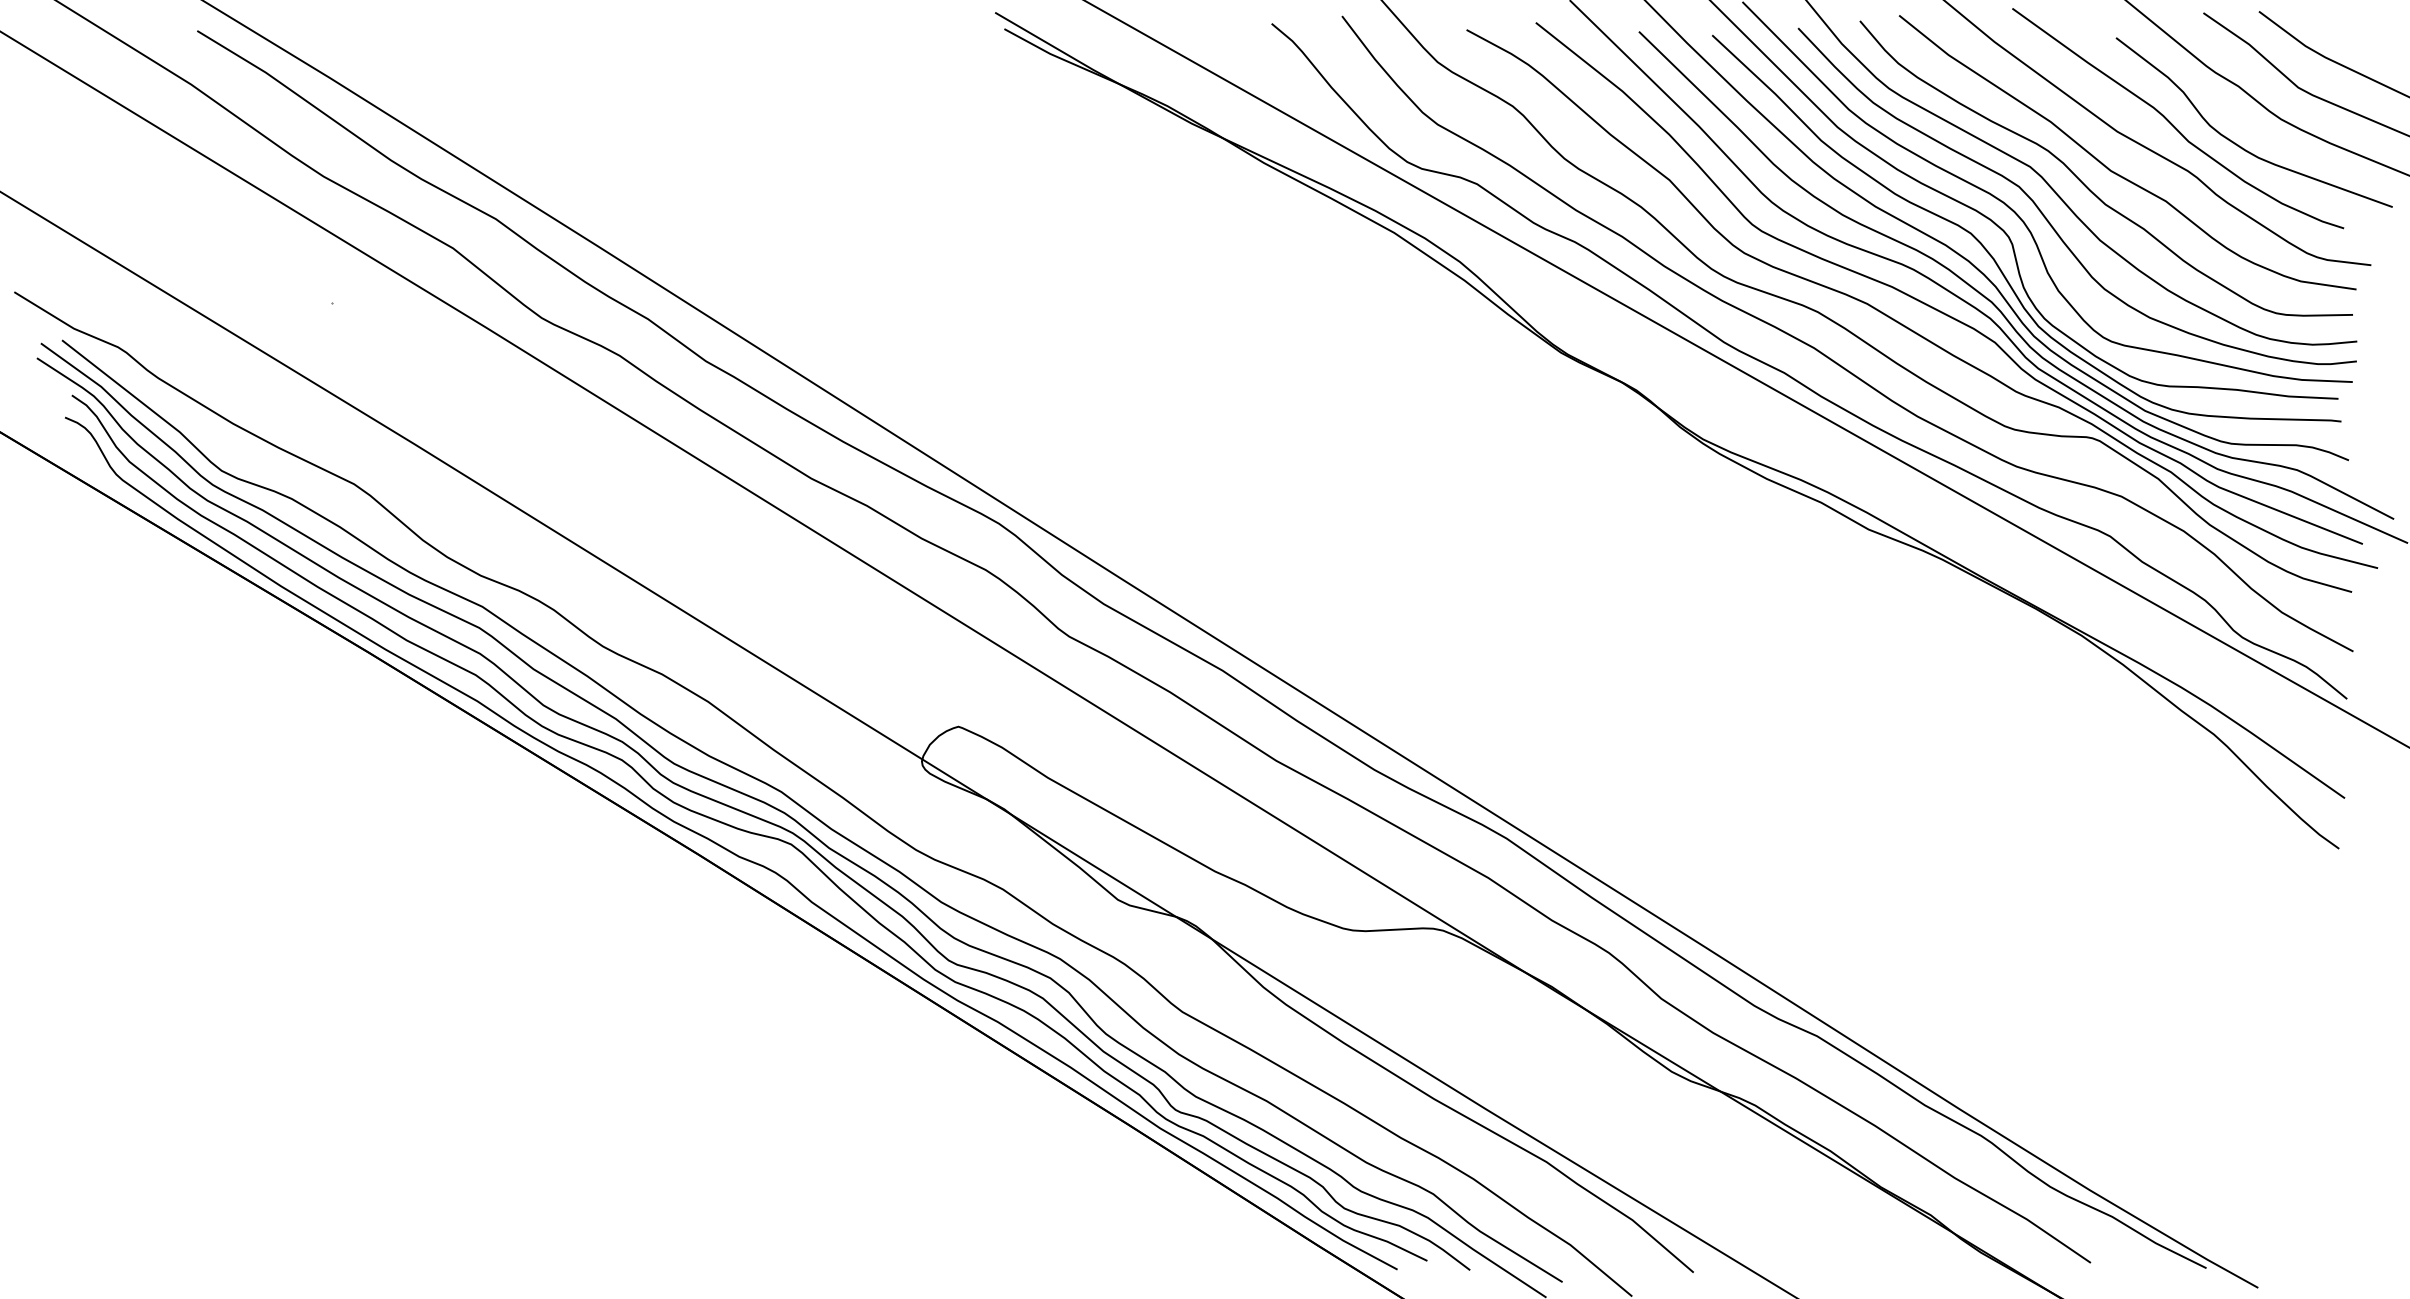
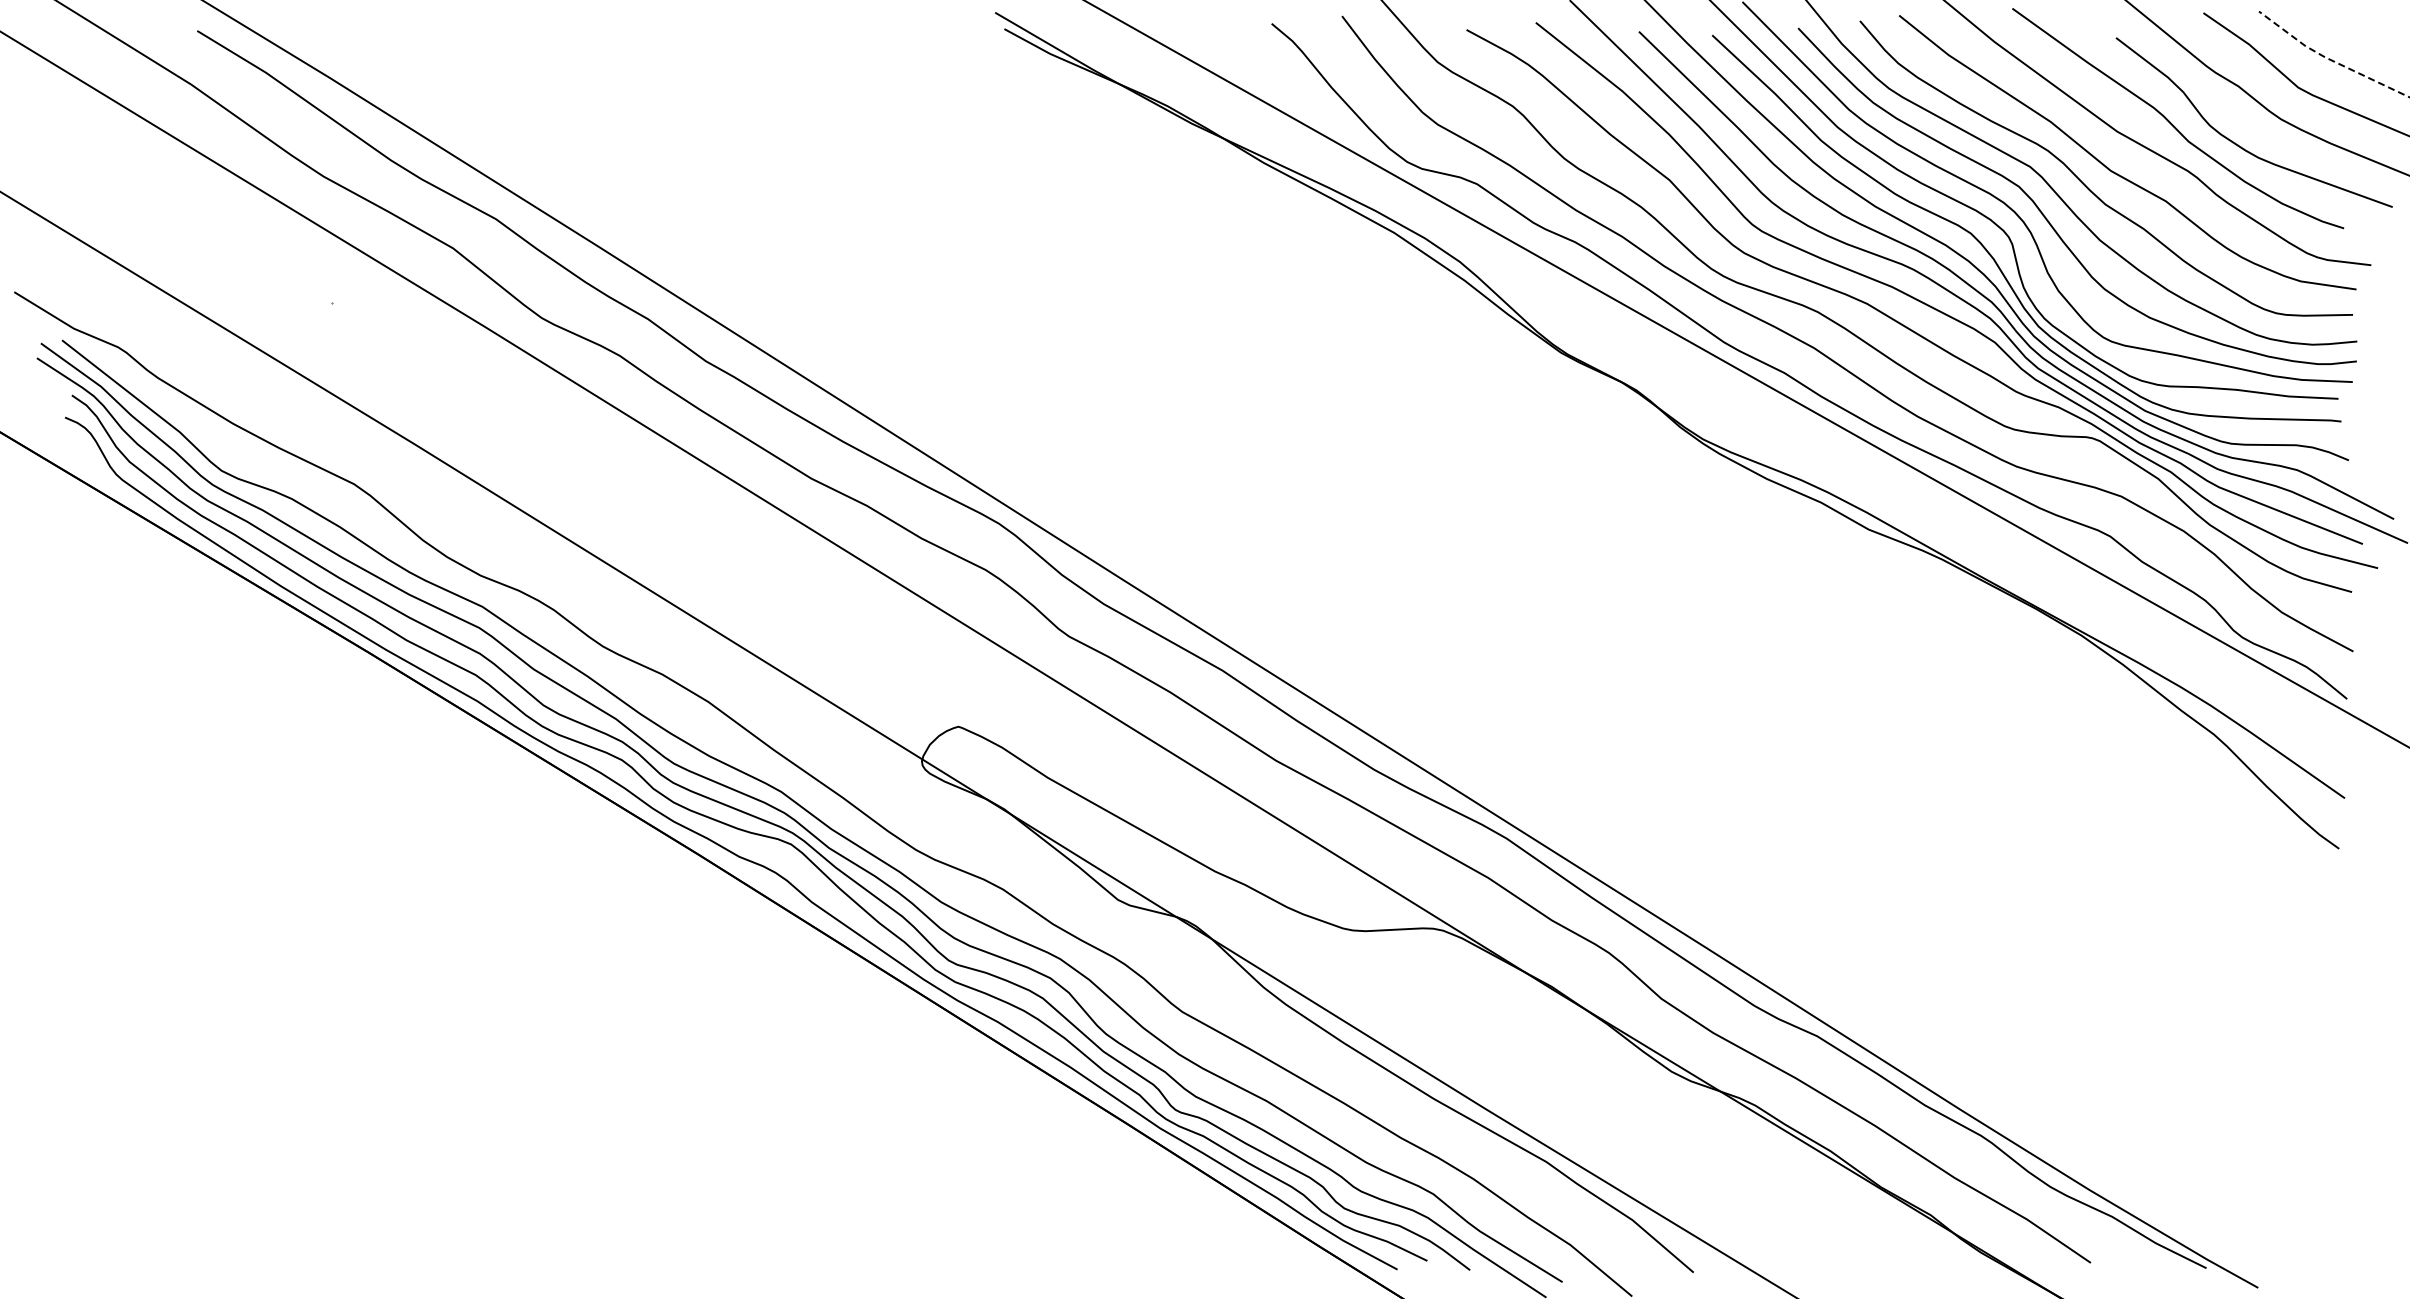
line at (2329, 59): solid -> dashed
